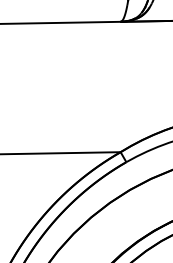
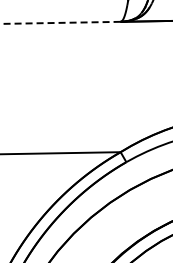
line at (60, 22): solid -> dashed
